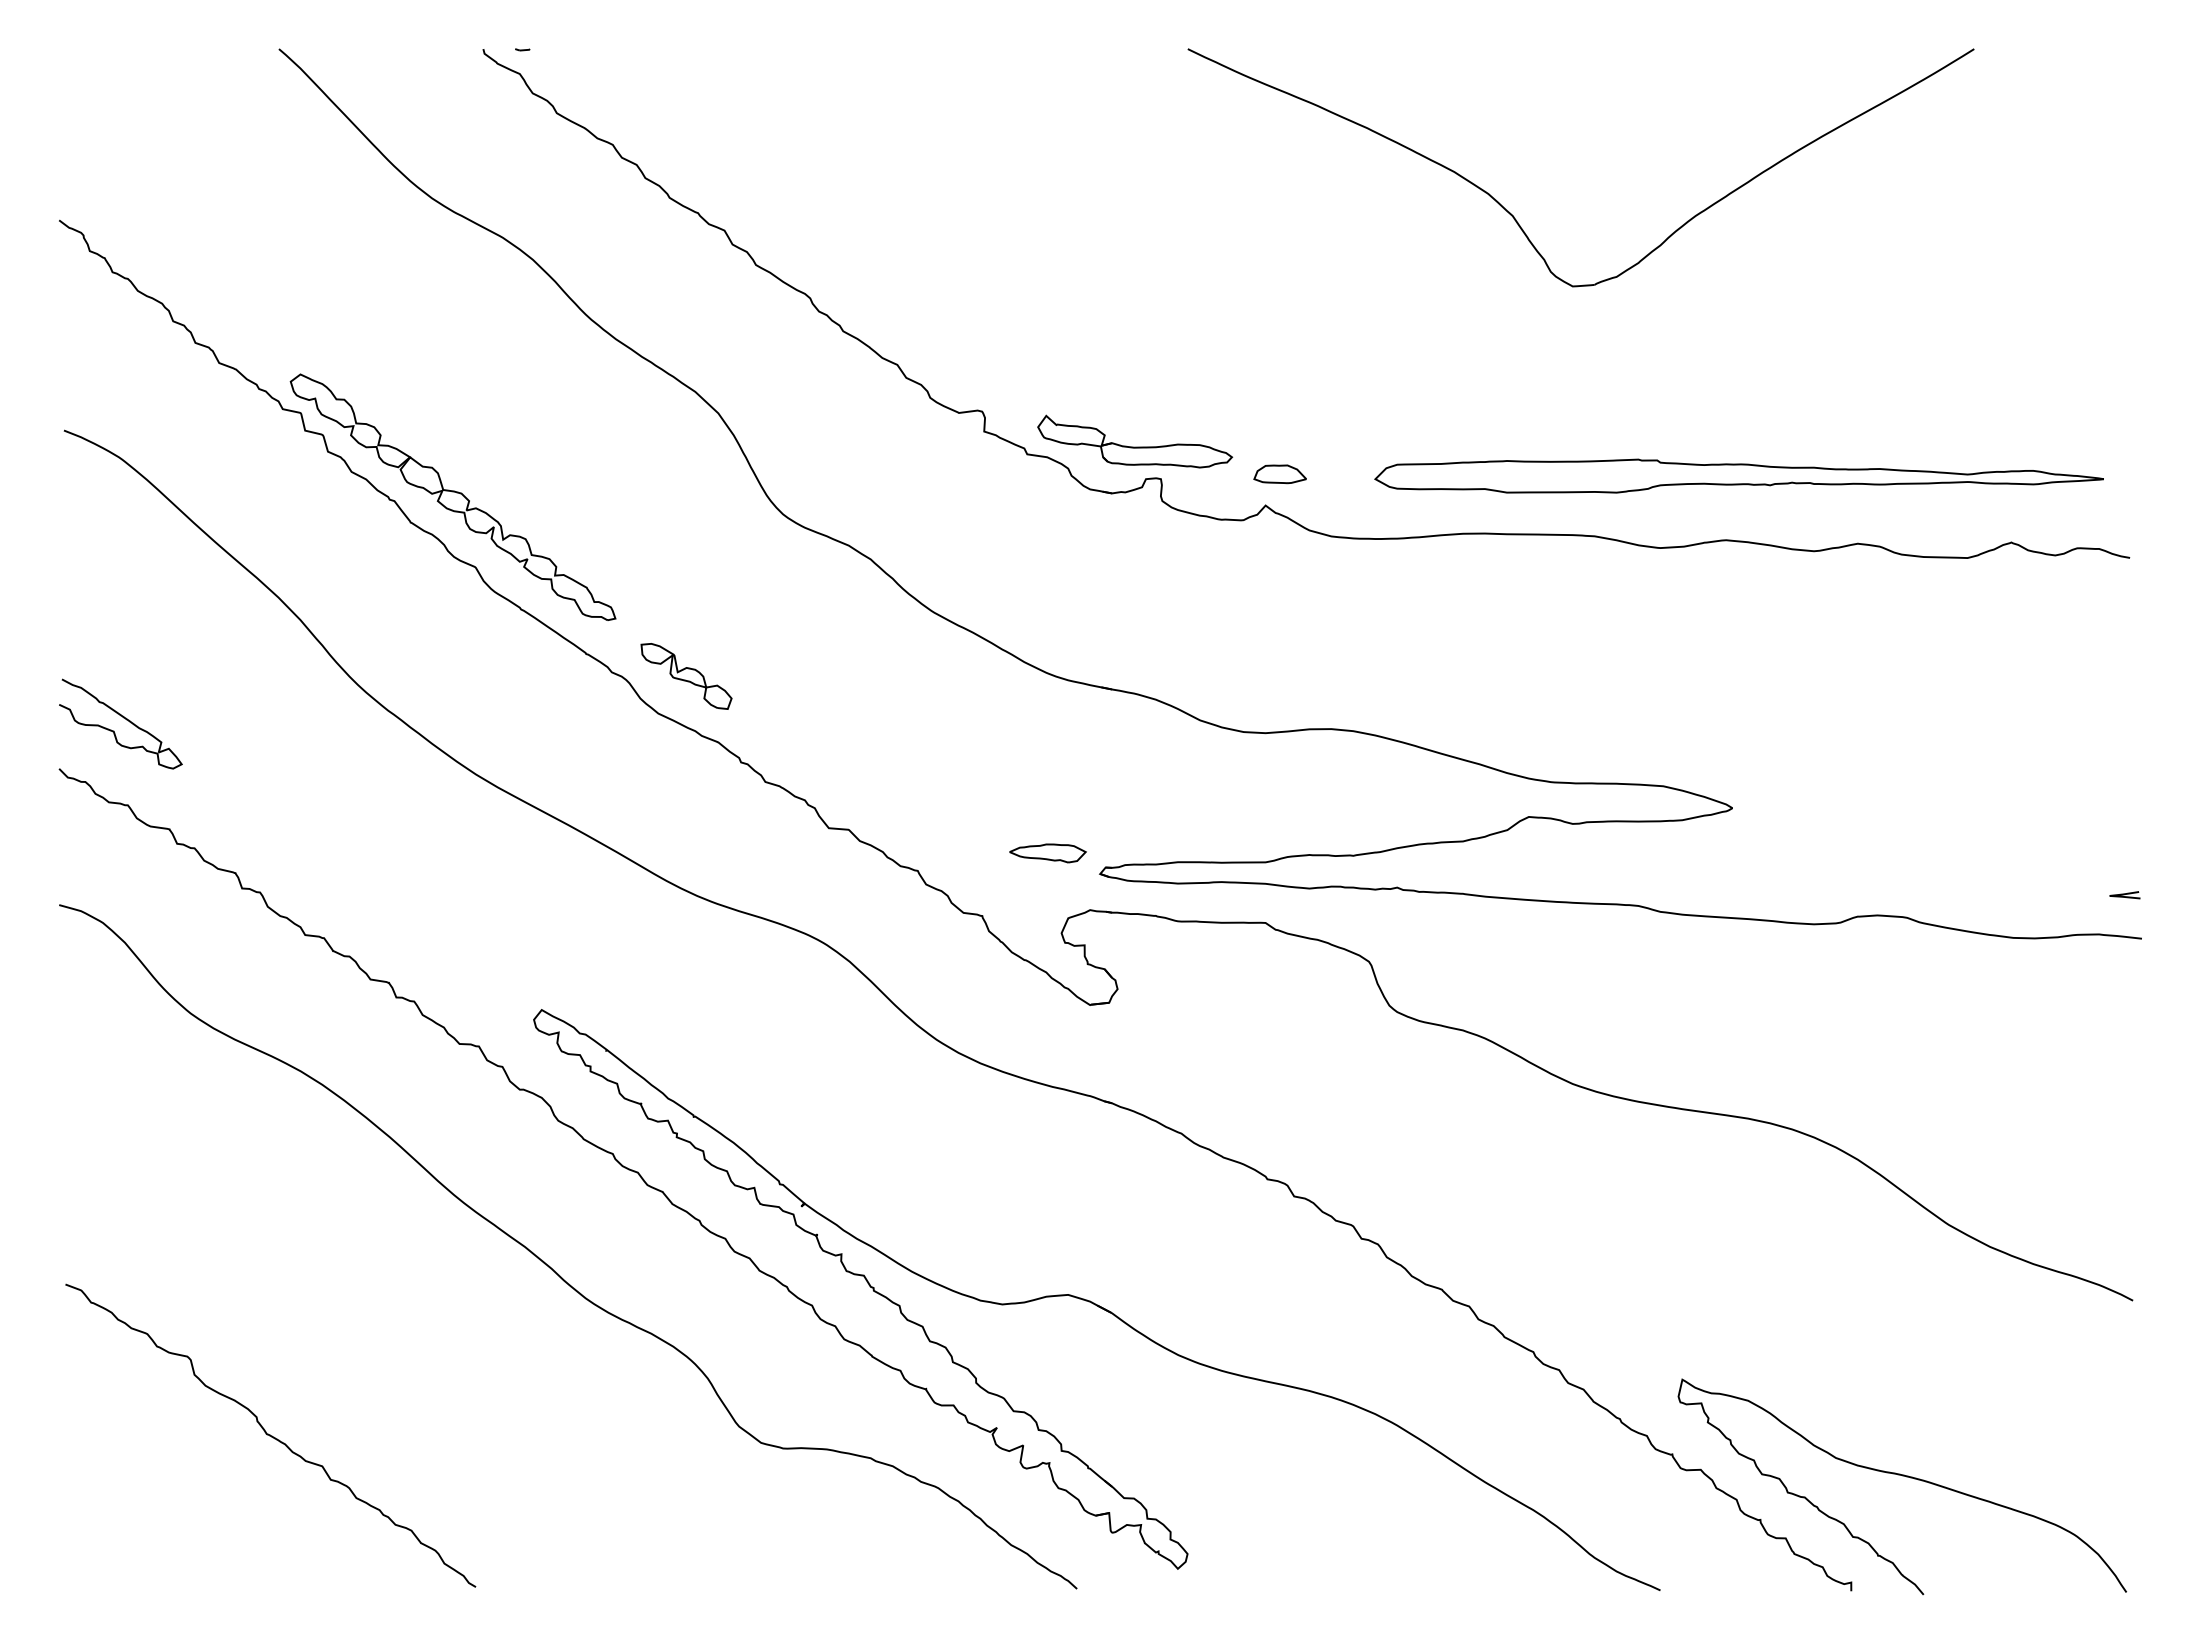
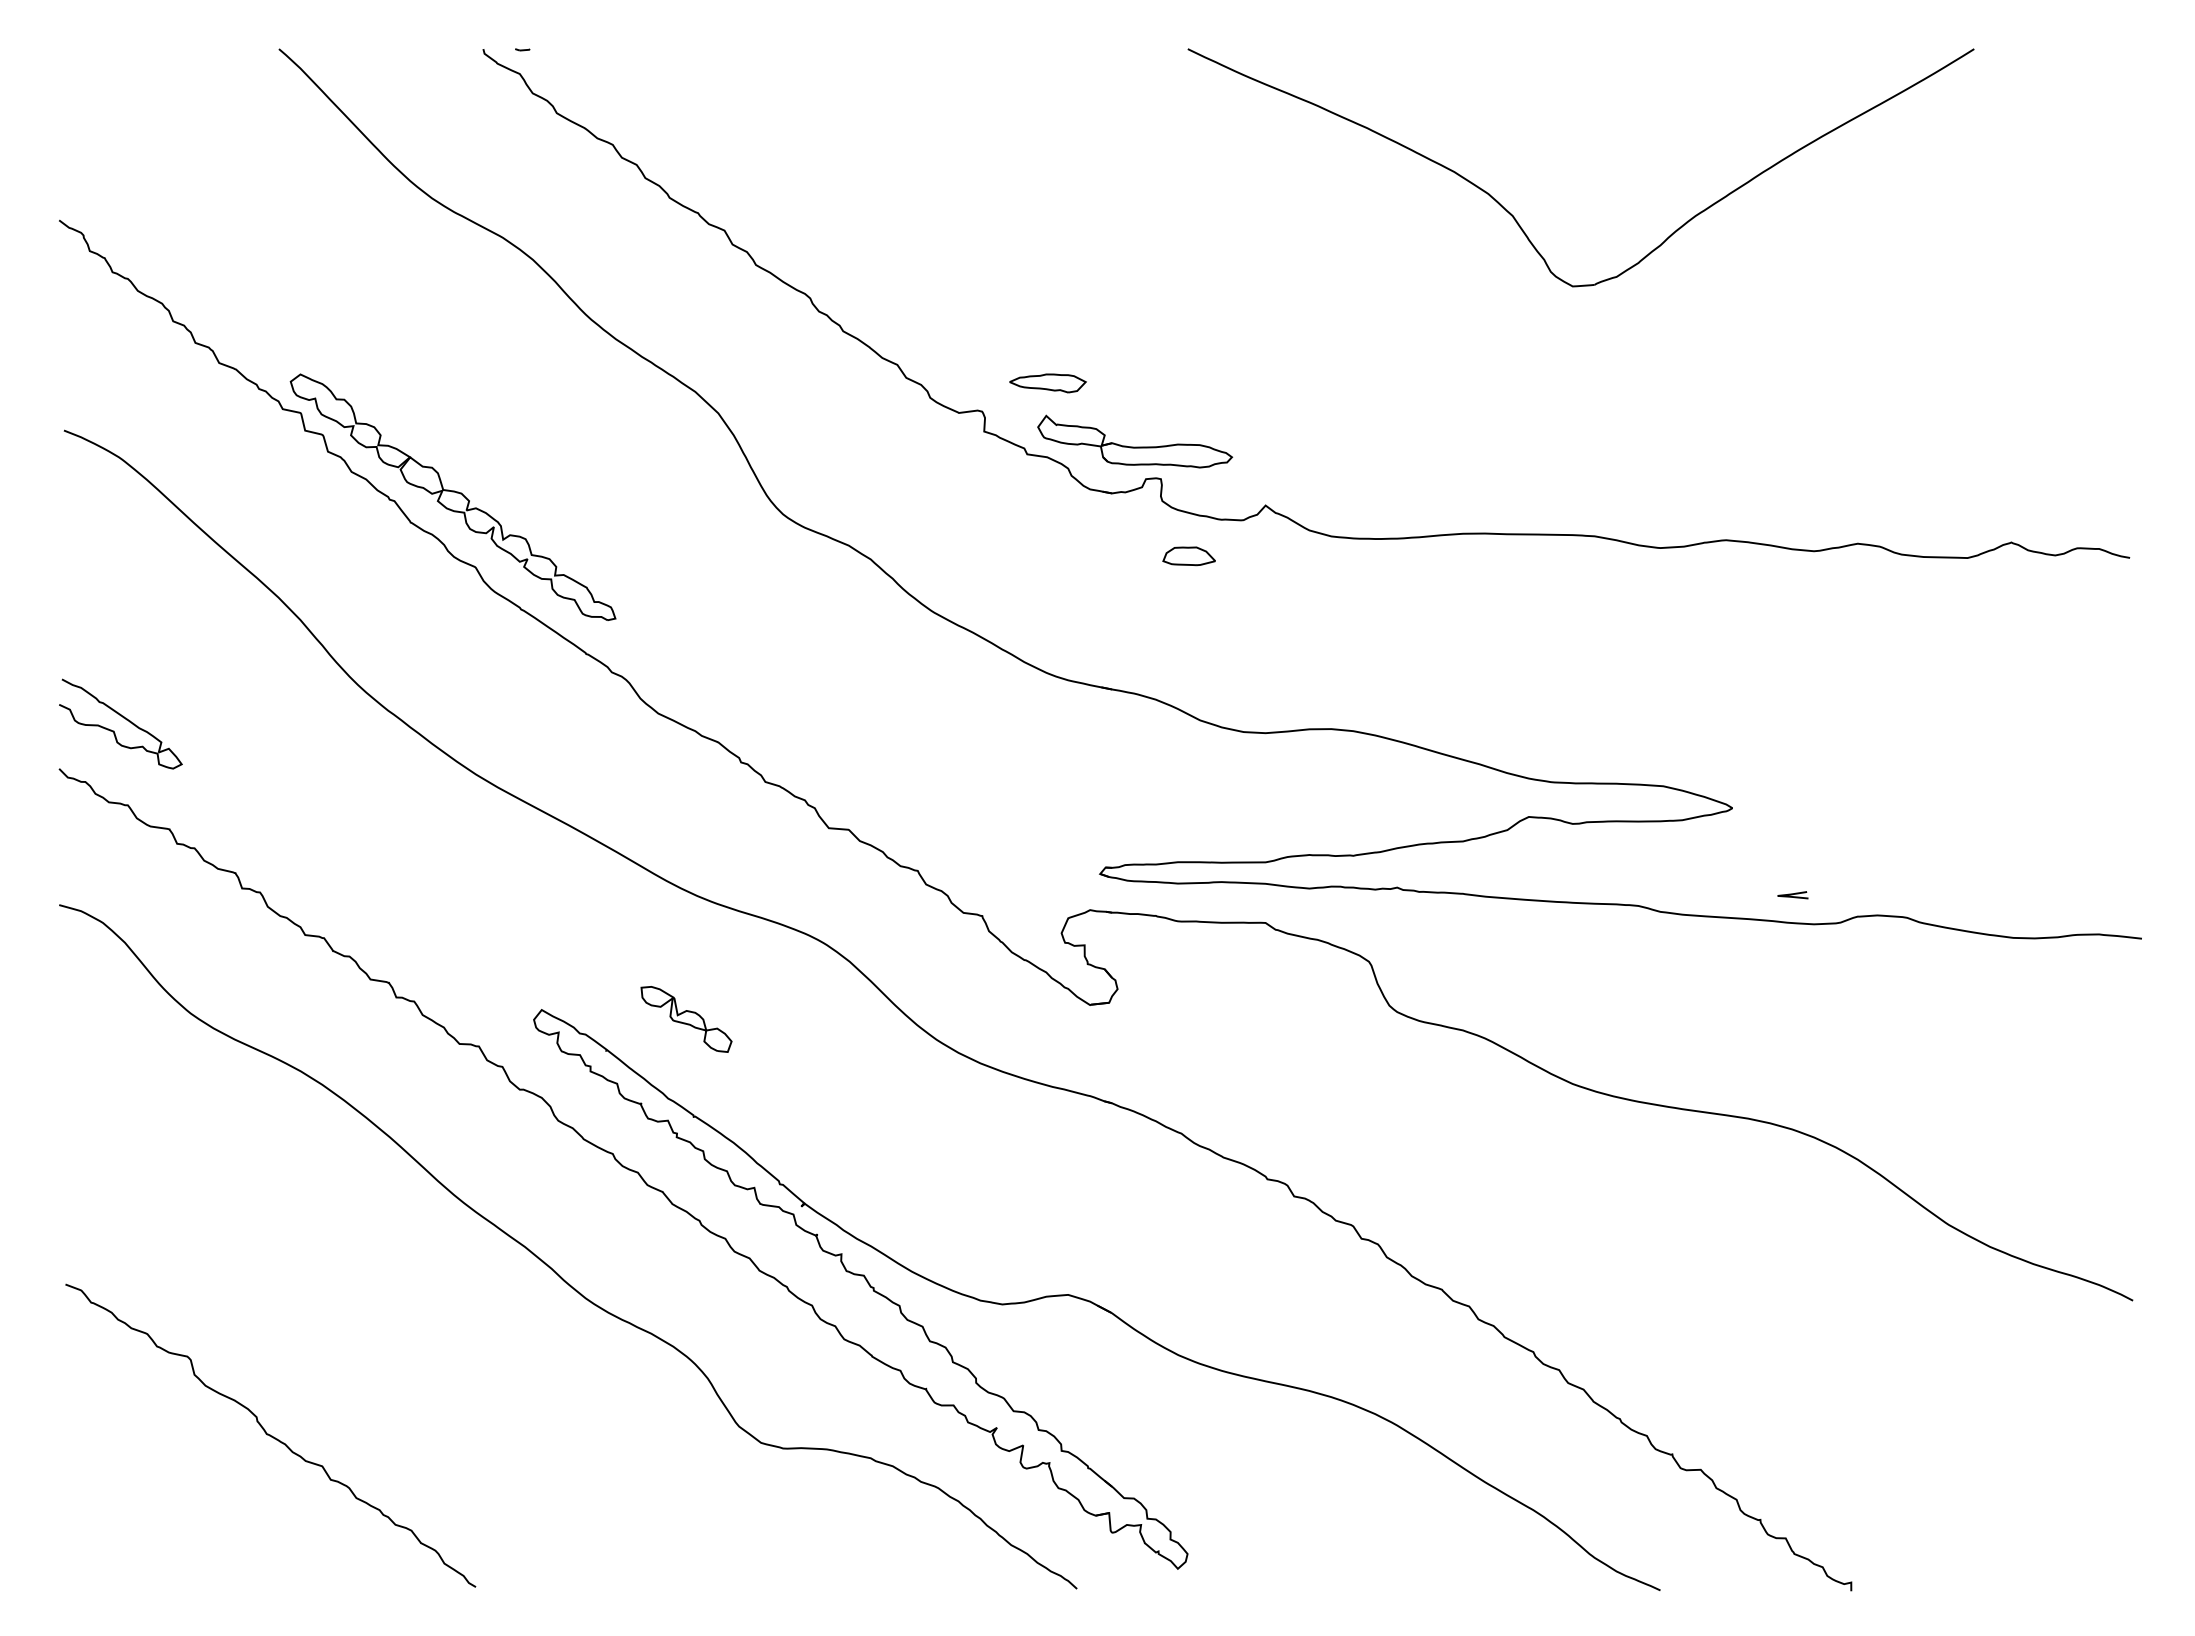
part at (1279, 474) position: (1279, 474) -> (1188, 556)
part at (1738, 475): present -> none
part at (686, 676) position: (686, 676) -> (686, 1019)
part at (1047, 853) position: (1047, 853) -> (1047, 383)
curve at (2124, 895) position: (2124, 895) -> (1792, 895)
curve at (1902, 1476): present -> none
